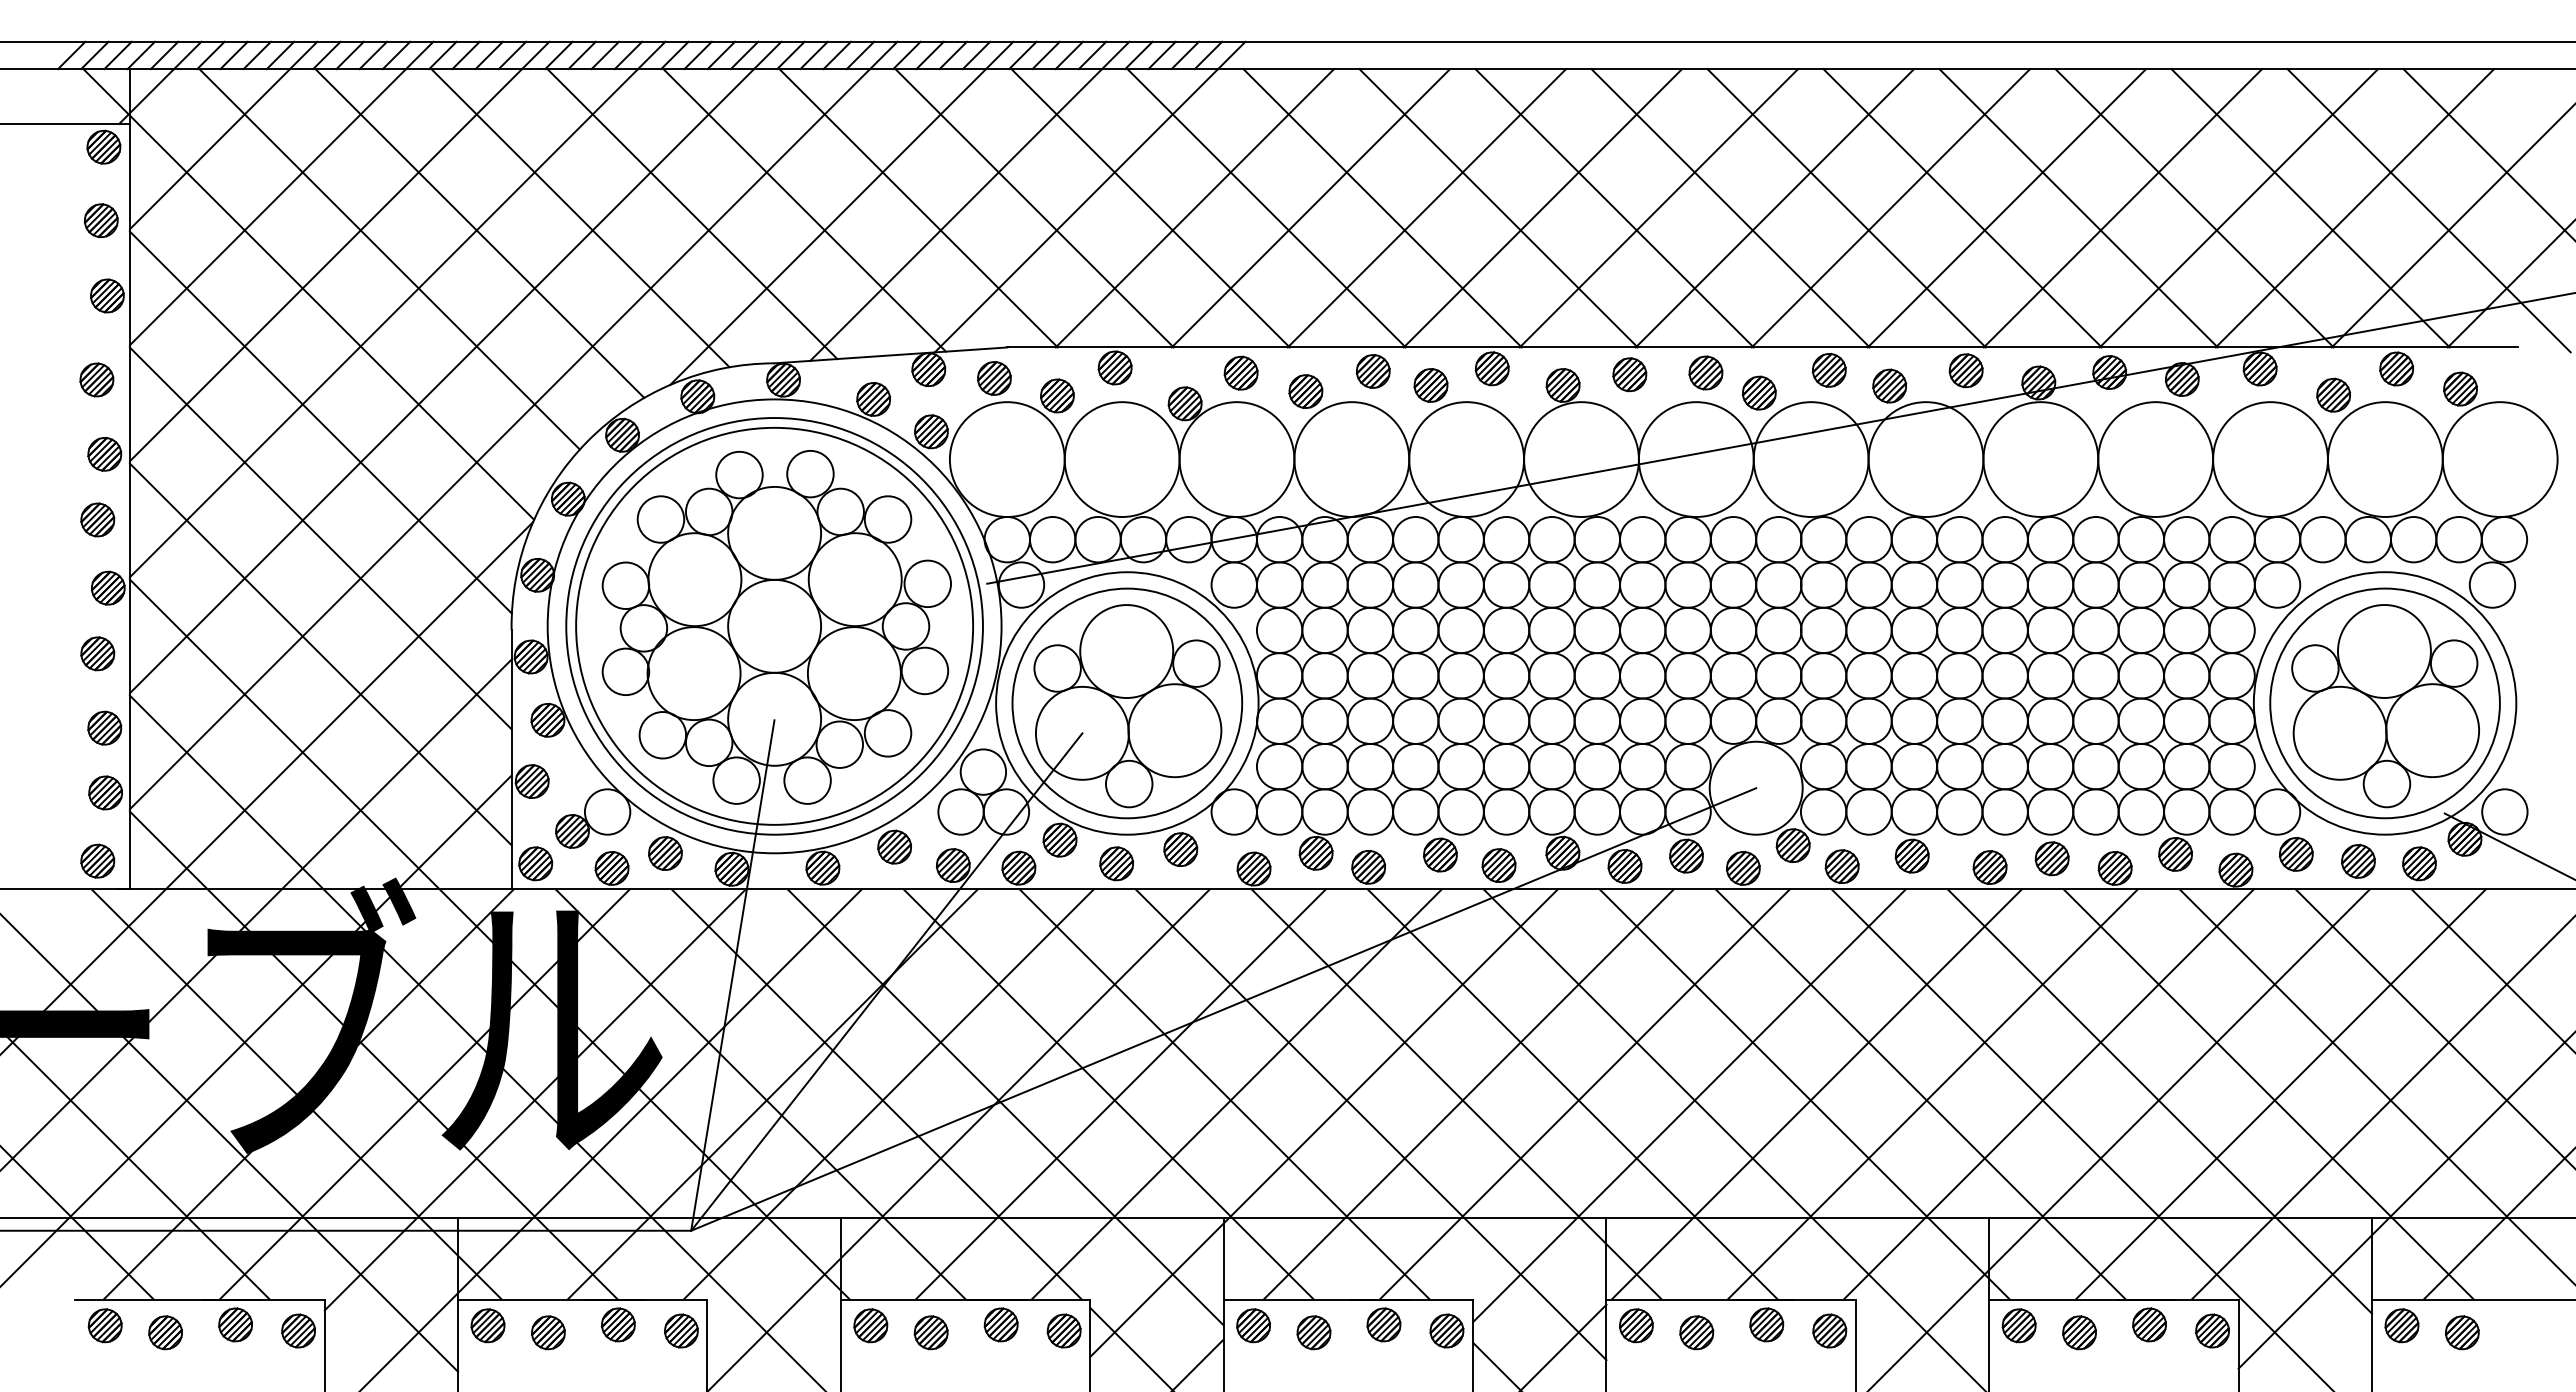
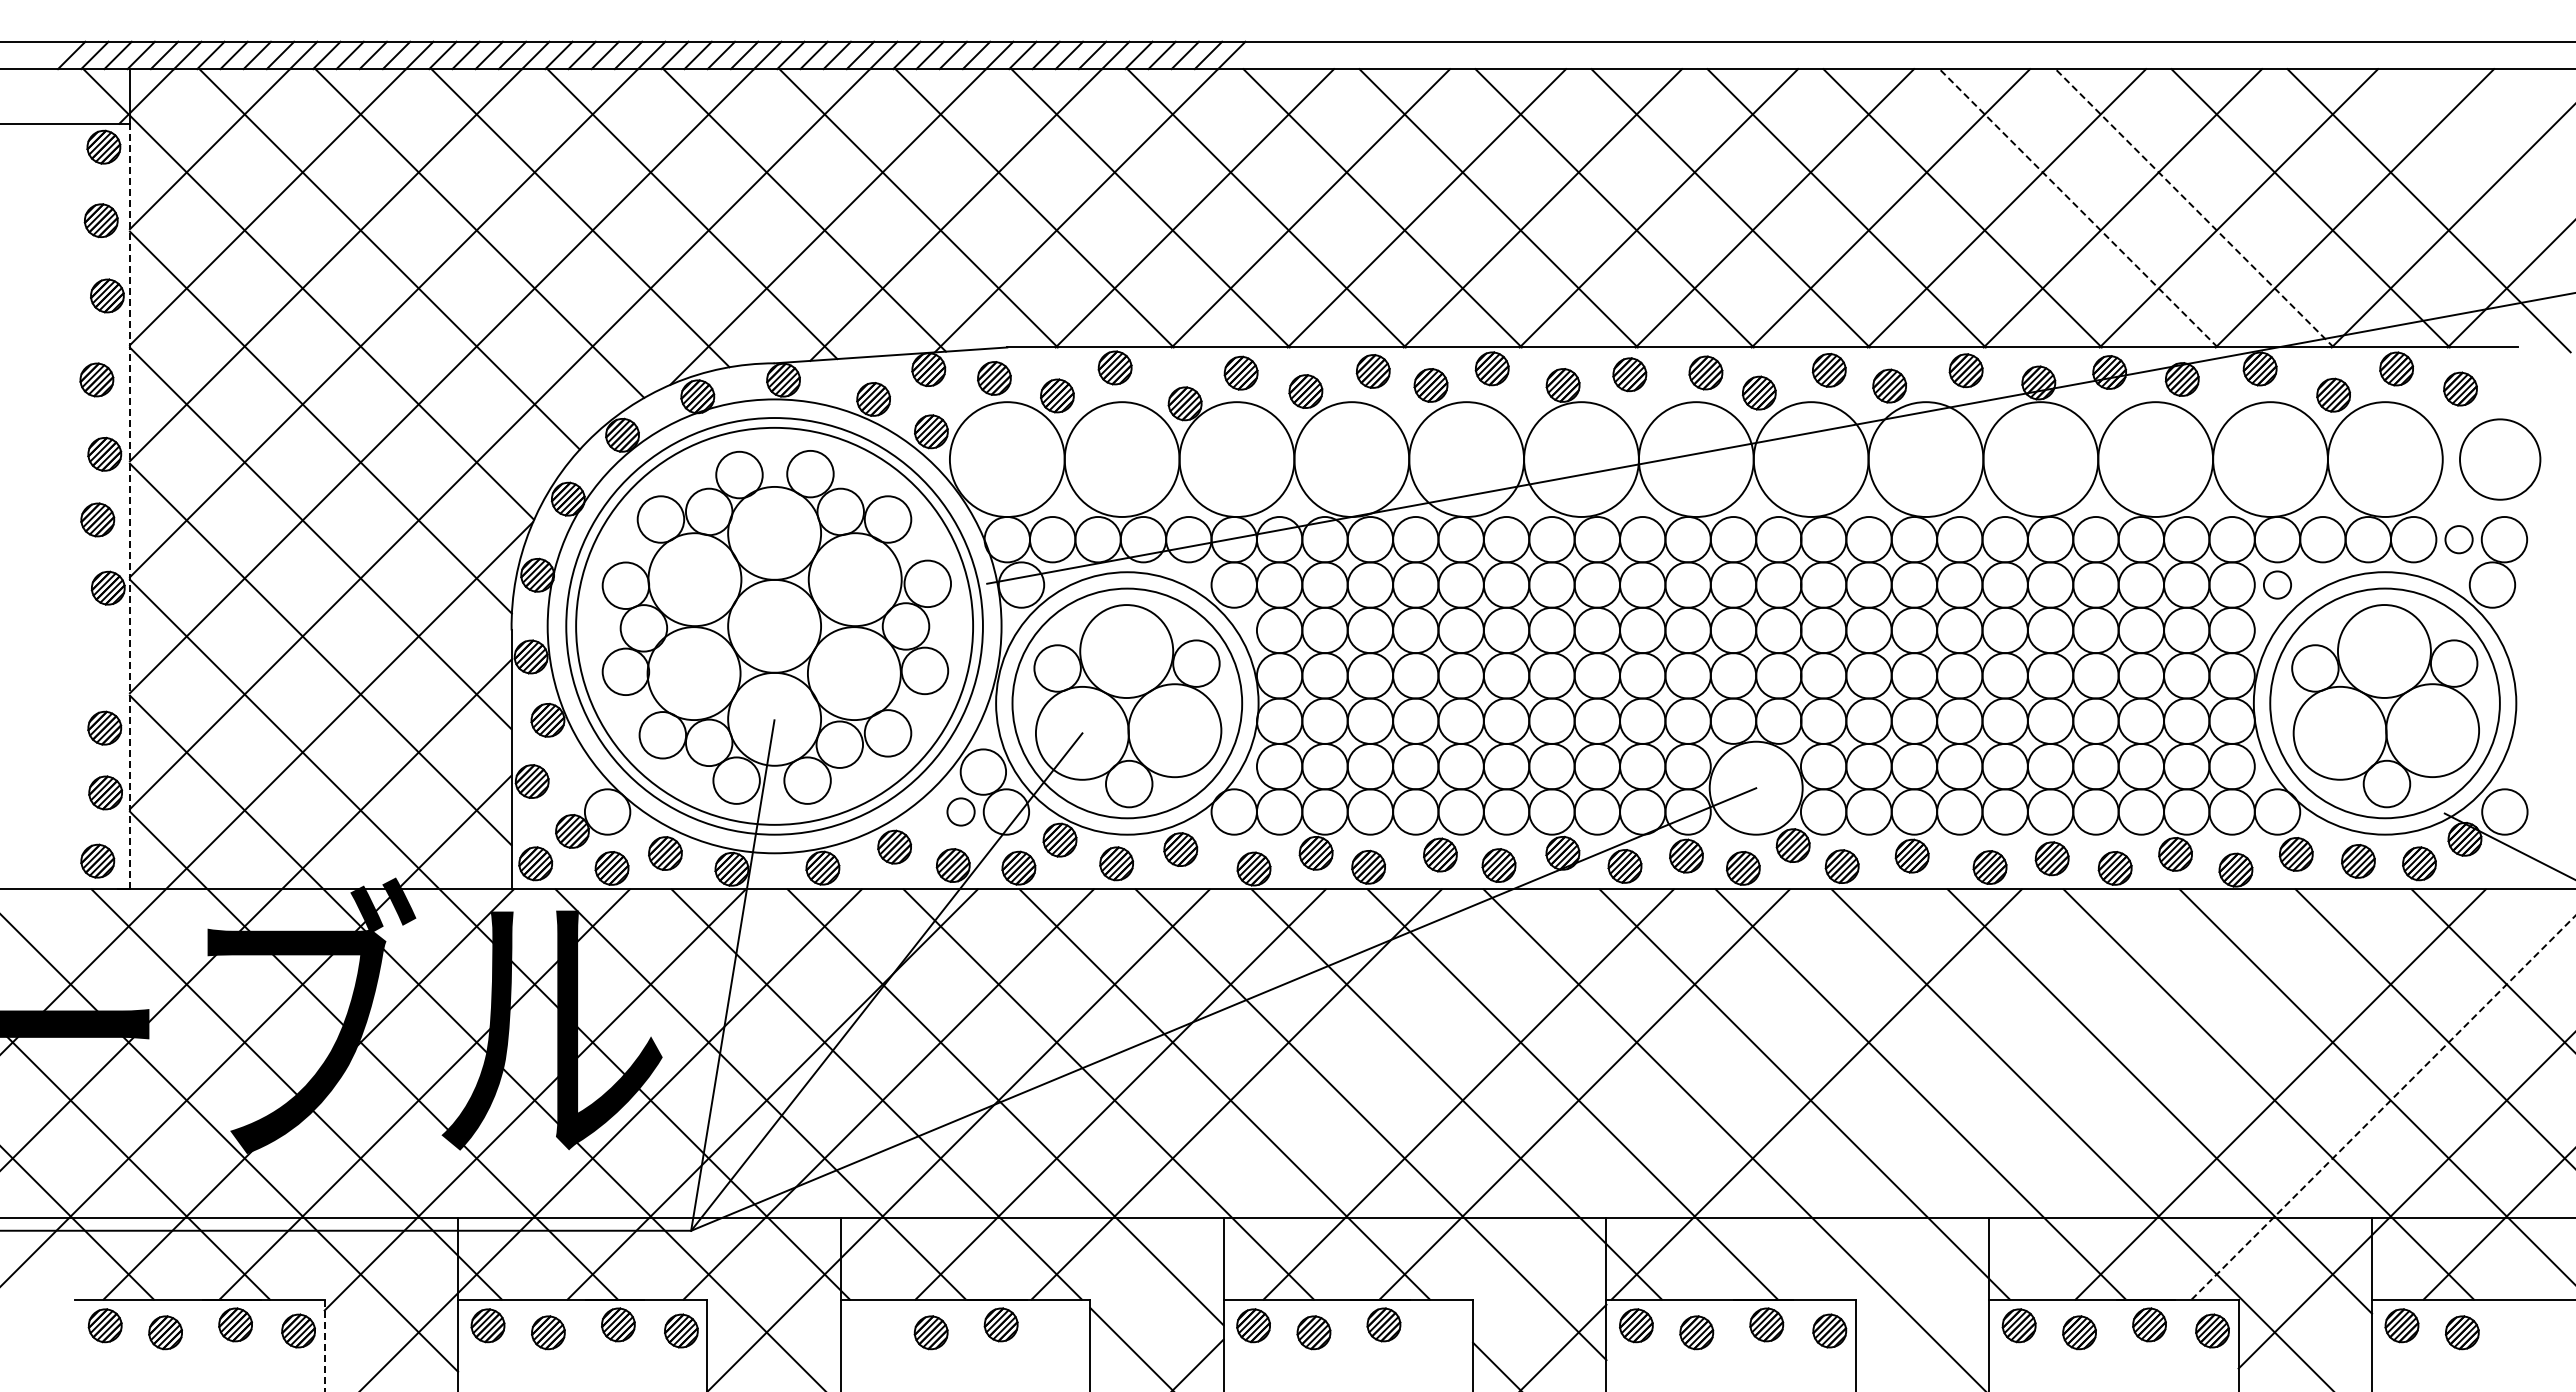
line at (2487, 153): present -> none
line at (2078, 208): solid -> dashed
line at (2194, 208): solid -> dashed
circle at (2499, 459) diameter: 115 px -> 80 px
line at (129, 506): solid -> dashed
circle at (2458, 539) diameter: 45 px -> 27 px
circle at (2277, 584) diameter: 45 px -> 27 px
part at (97, 653): present -> none
circle at (960, 811) diameter: 45 px -> 27 px
line at (1932, 1094): present -> none
line at (2048, 1094): present -> none
line at (1689, 1105): present -> none
line at (2383, 1107): solid -> dashed
line at (1323, 1122): present -> none
line at (2119, 1138): present -> none
part at (870, 1325): present -> none
part at (1063, 1330): present -> none
part at (1446, 1330): present -> none
line at (324, 1345): solid -> dashed
